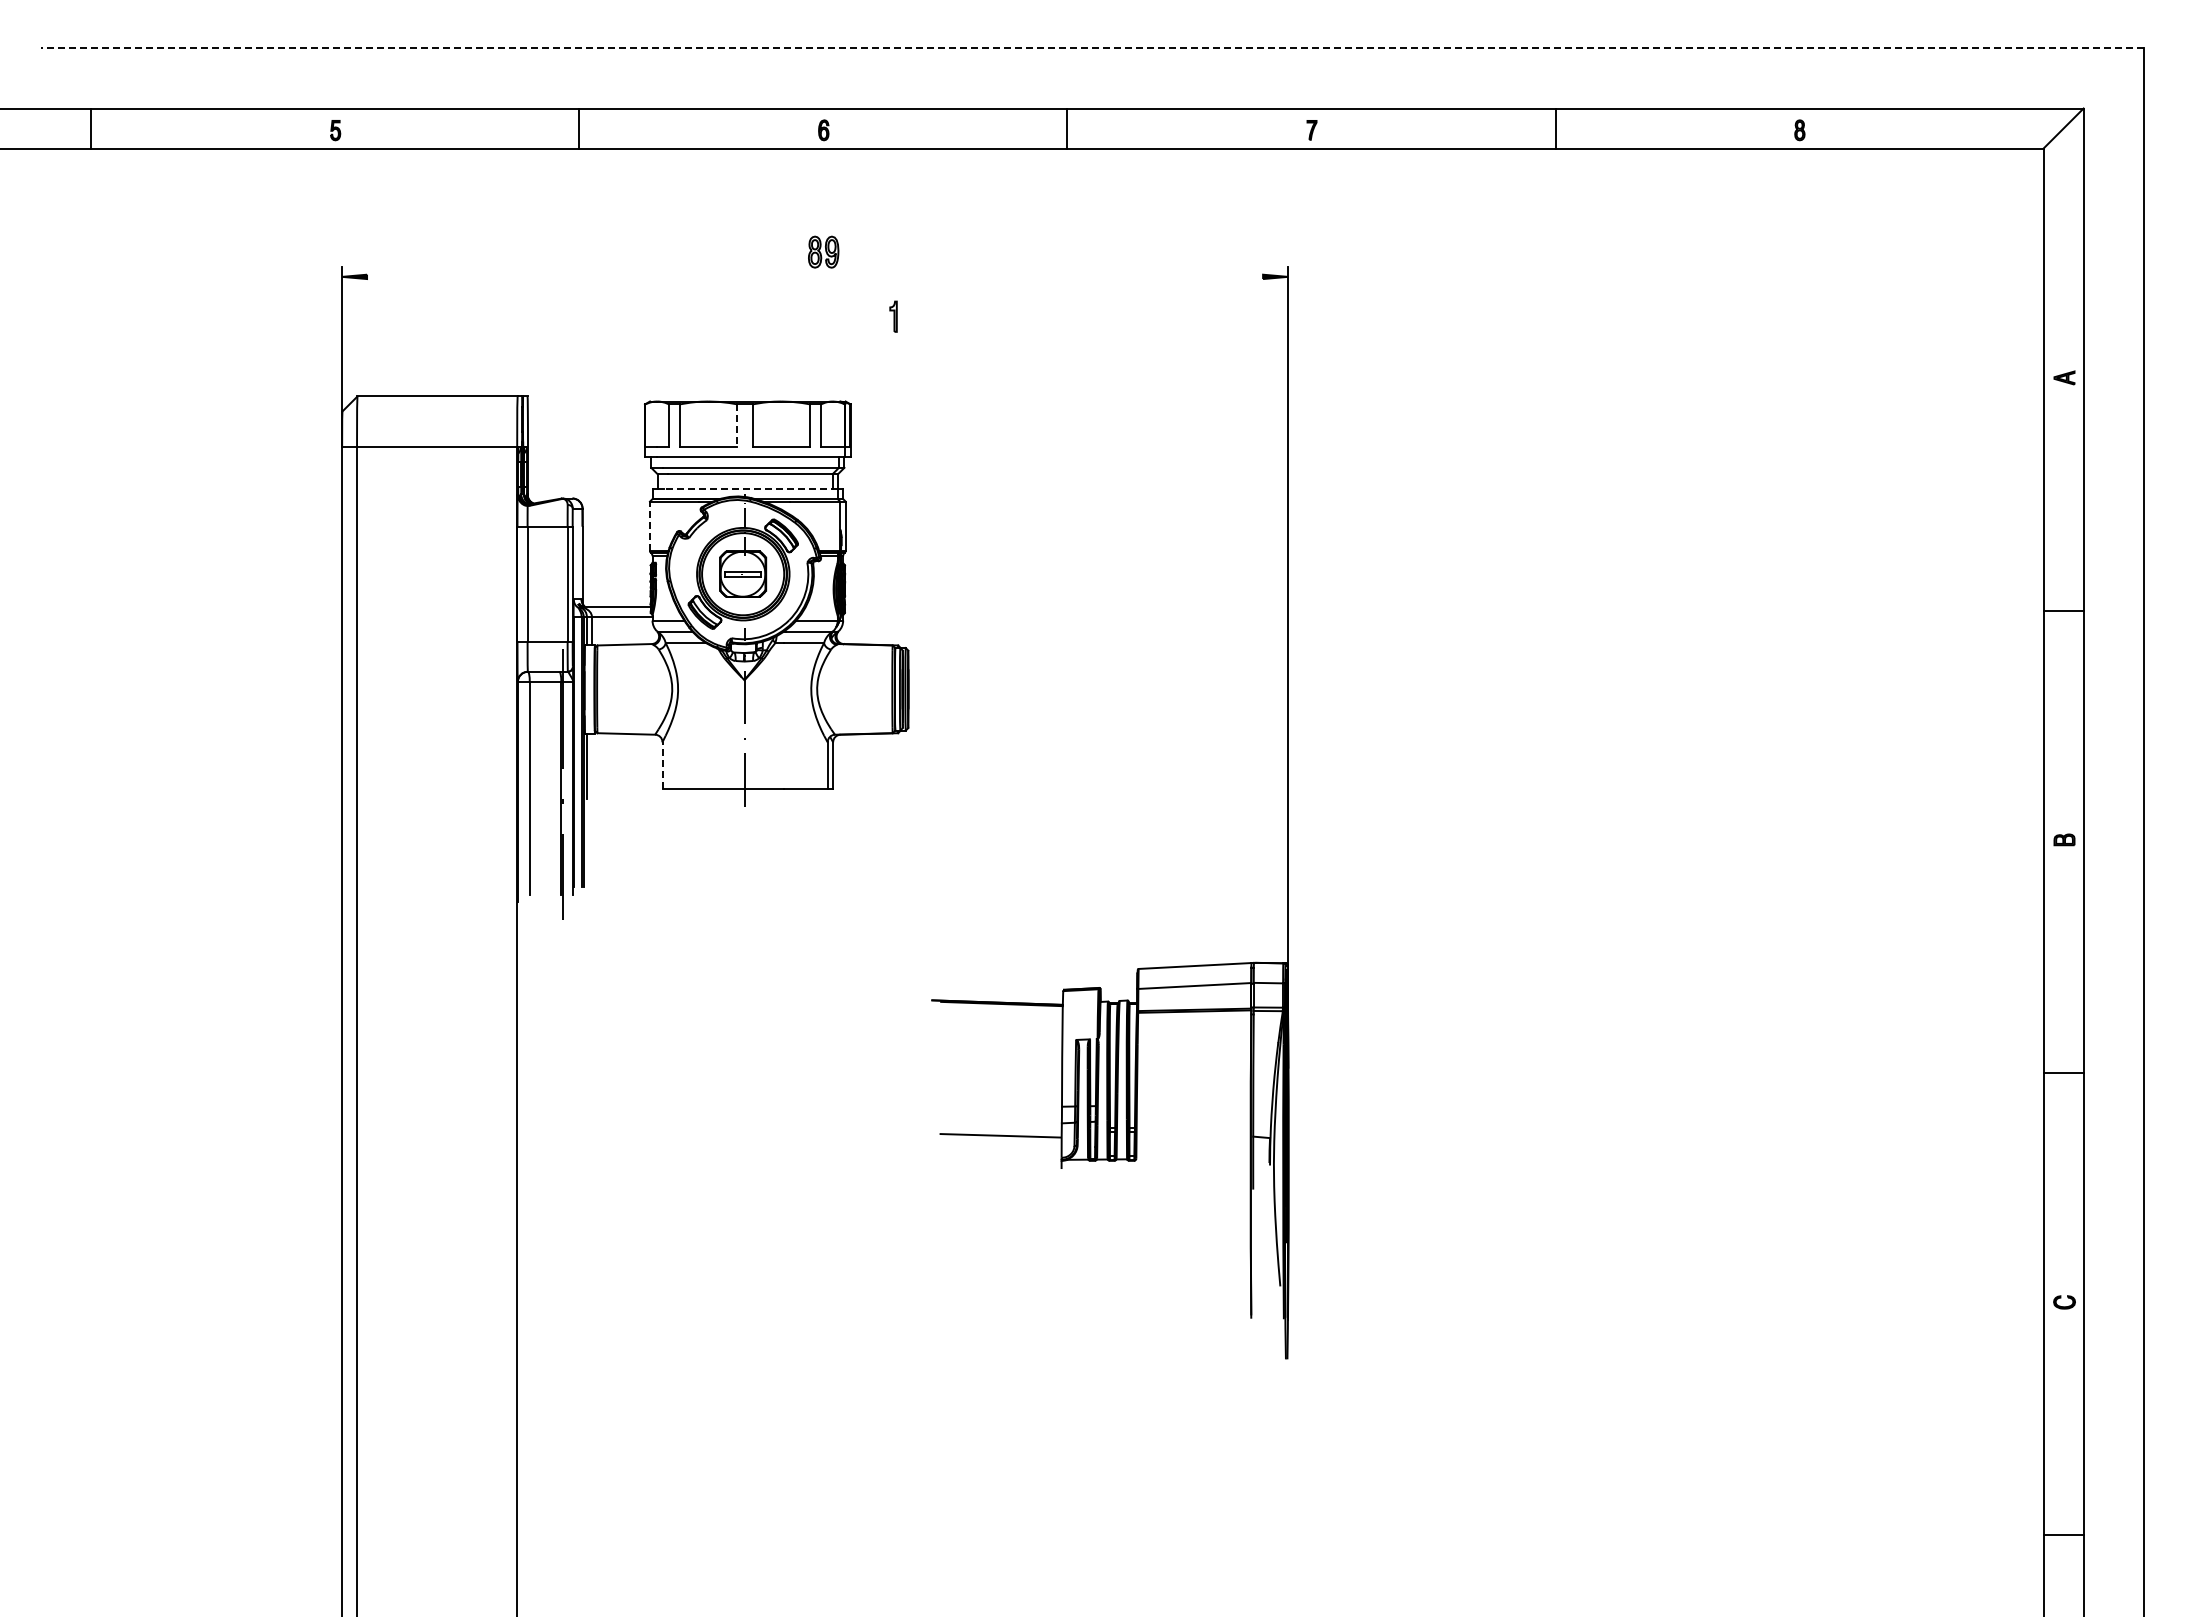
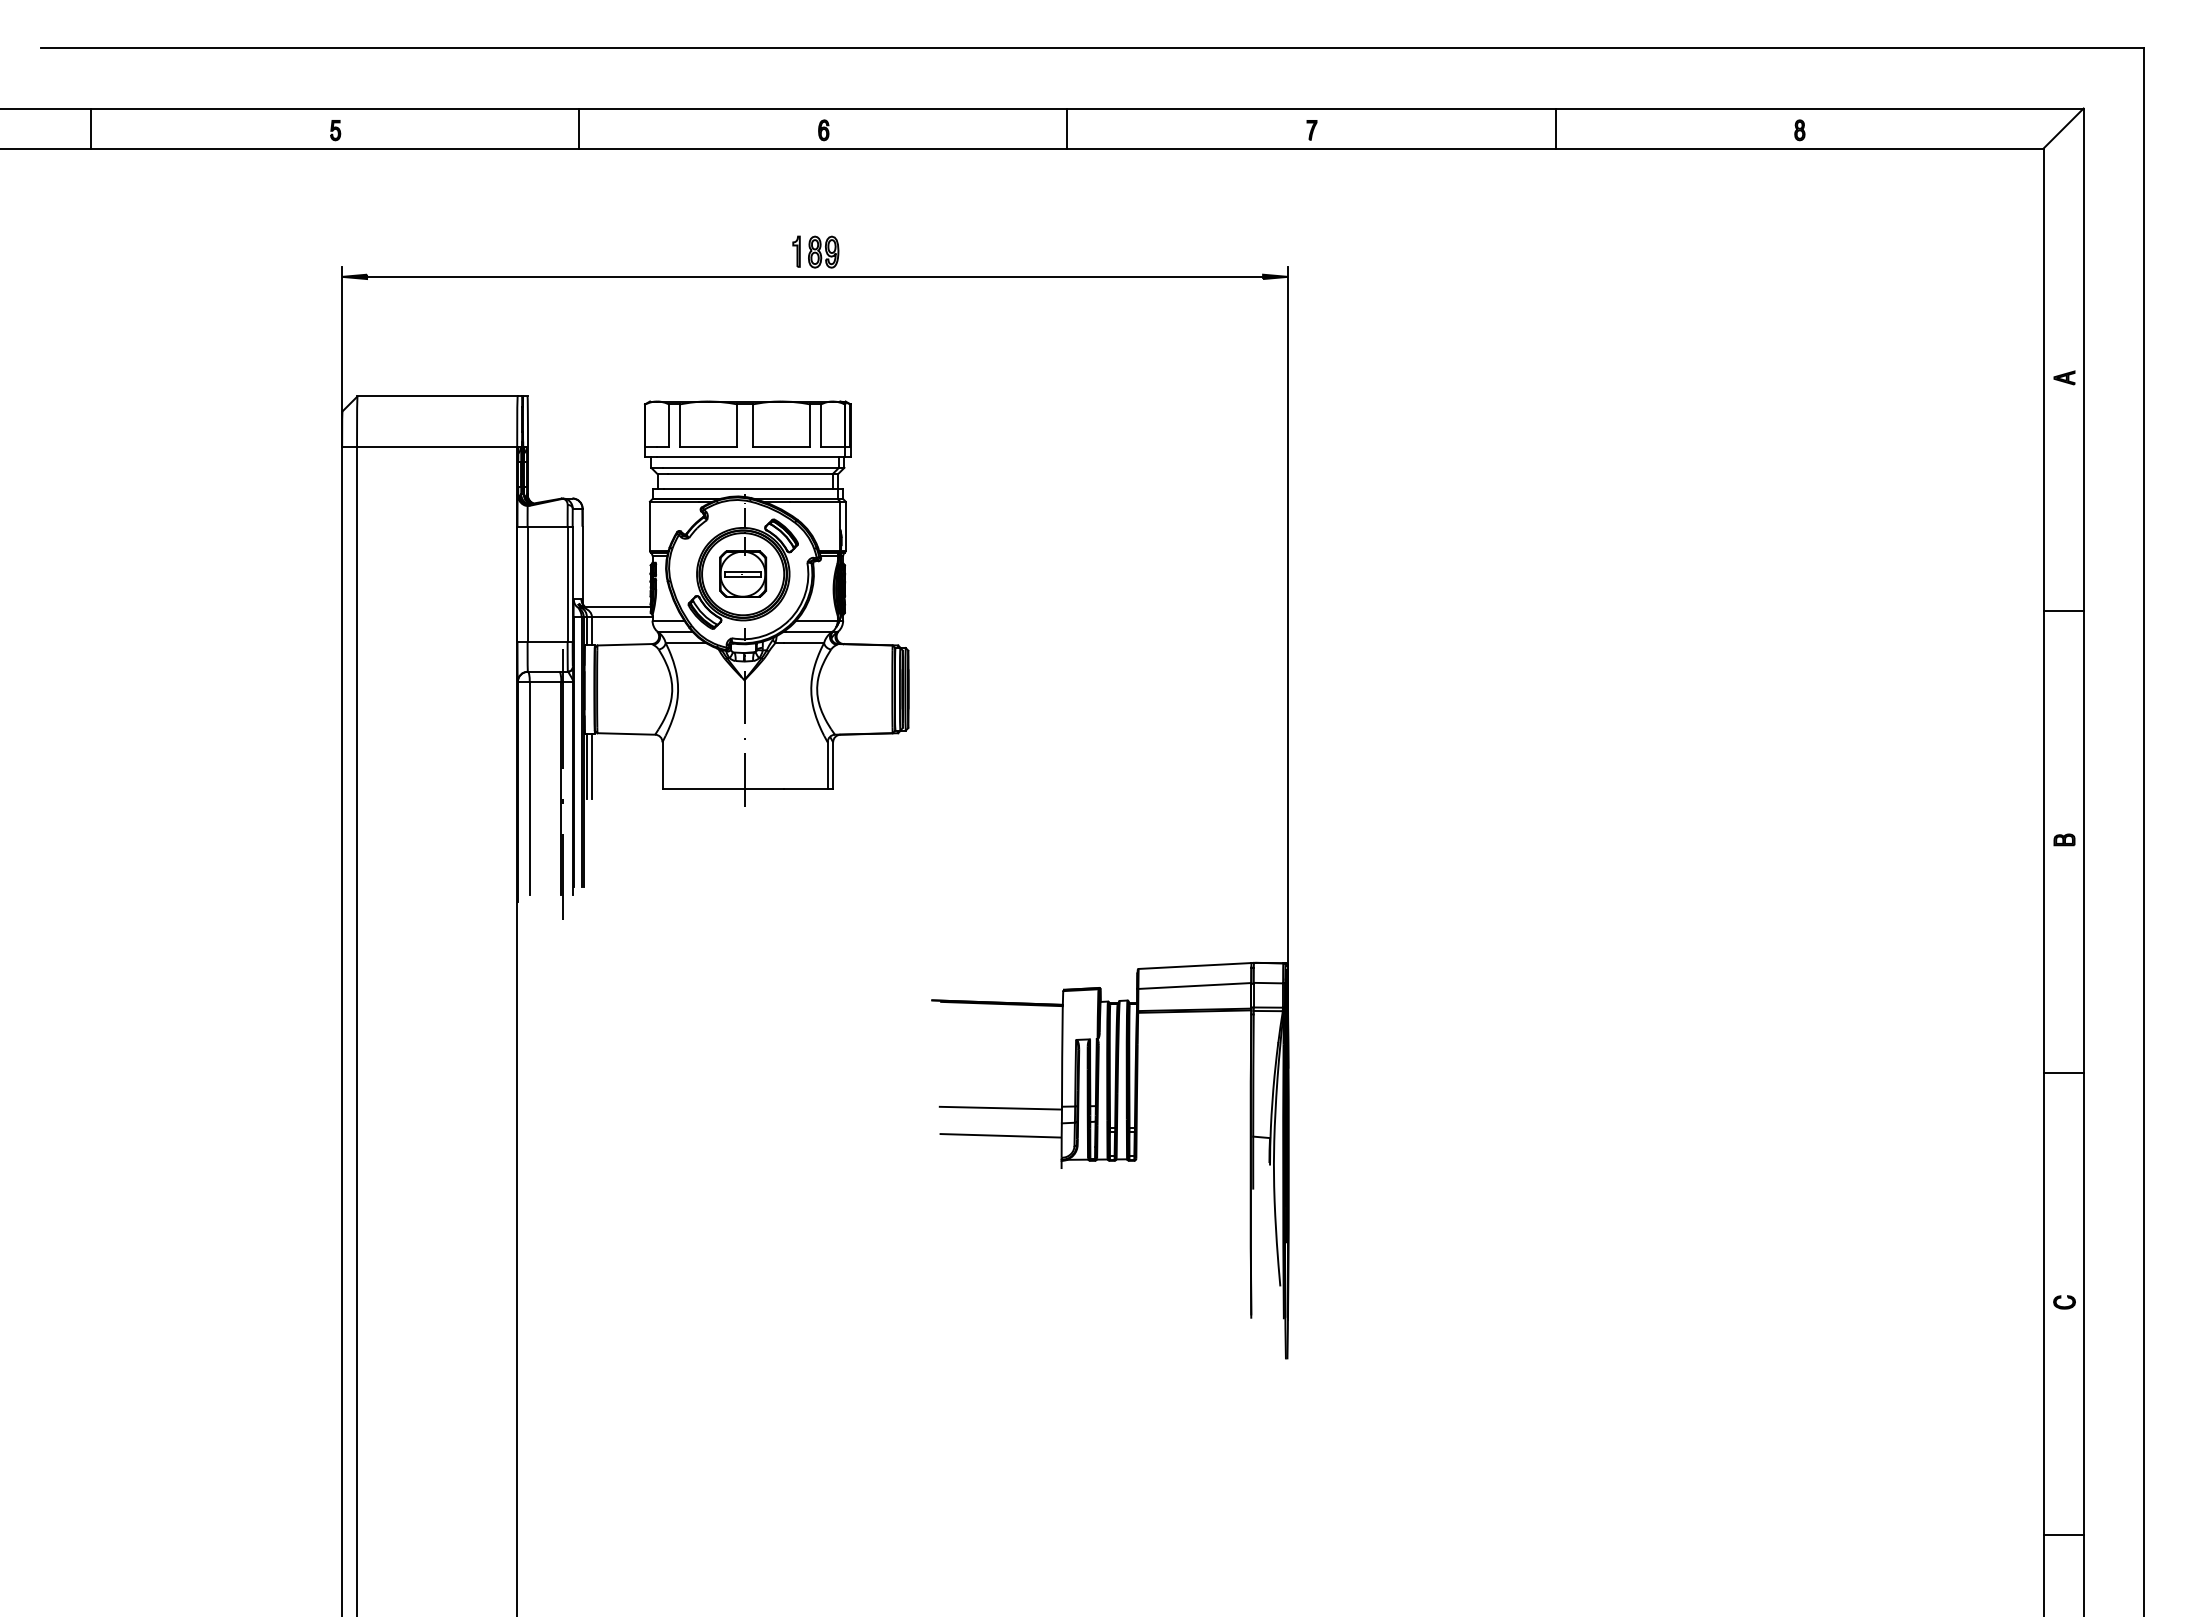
line at (1091, 48): dashed -> solid
line at (815, 276): none -> present
part at (893, 316) position: (893, 316) -> (796, 251)
line at (737, 425): dashed -> solid
line at (750, 489): dashed -> solid
line at (650, 526): dashed -> solid
line at (662, 765): dashed -> solid
line at (591, 766): none -> present
line at (1000, 1107): none -> present
